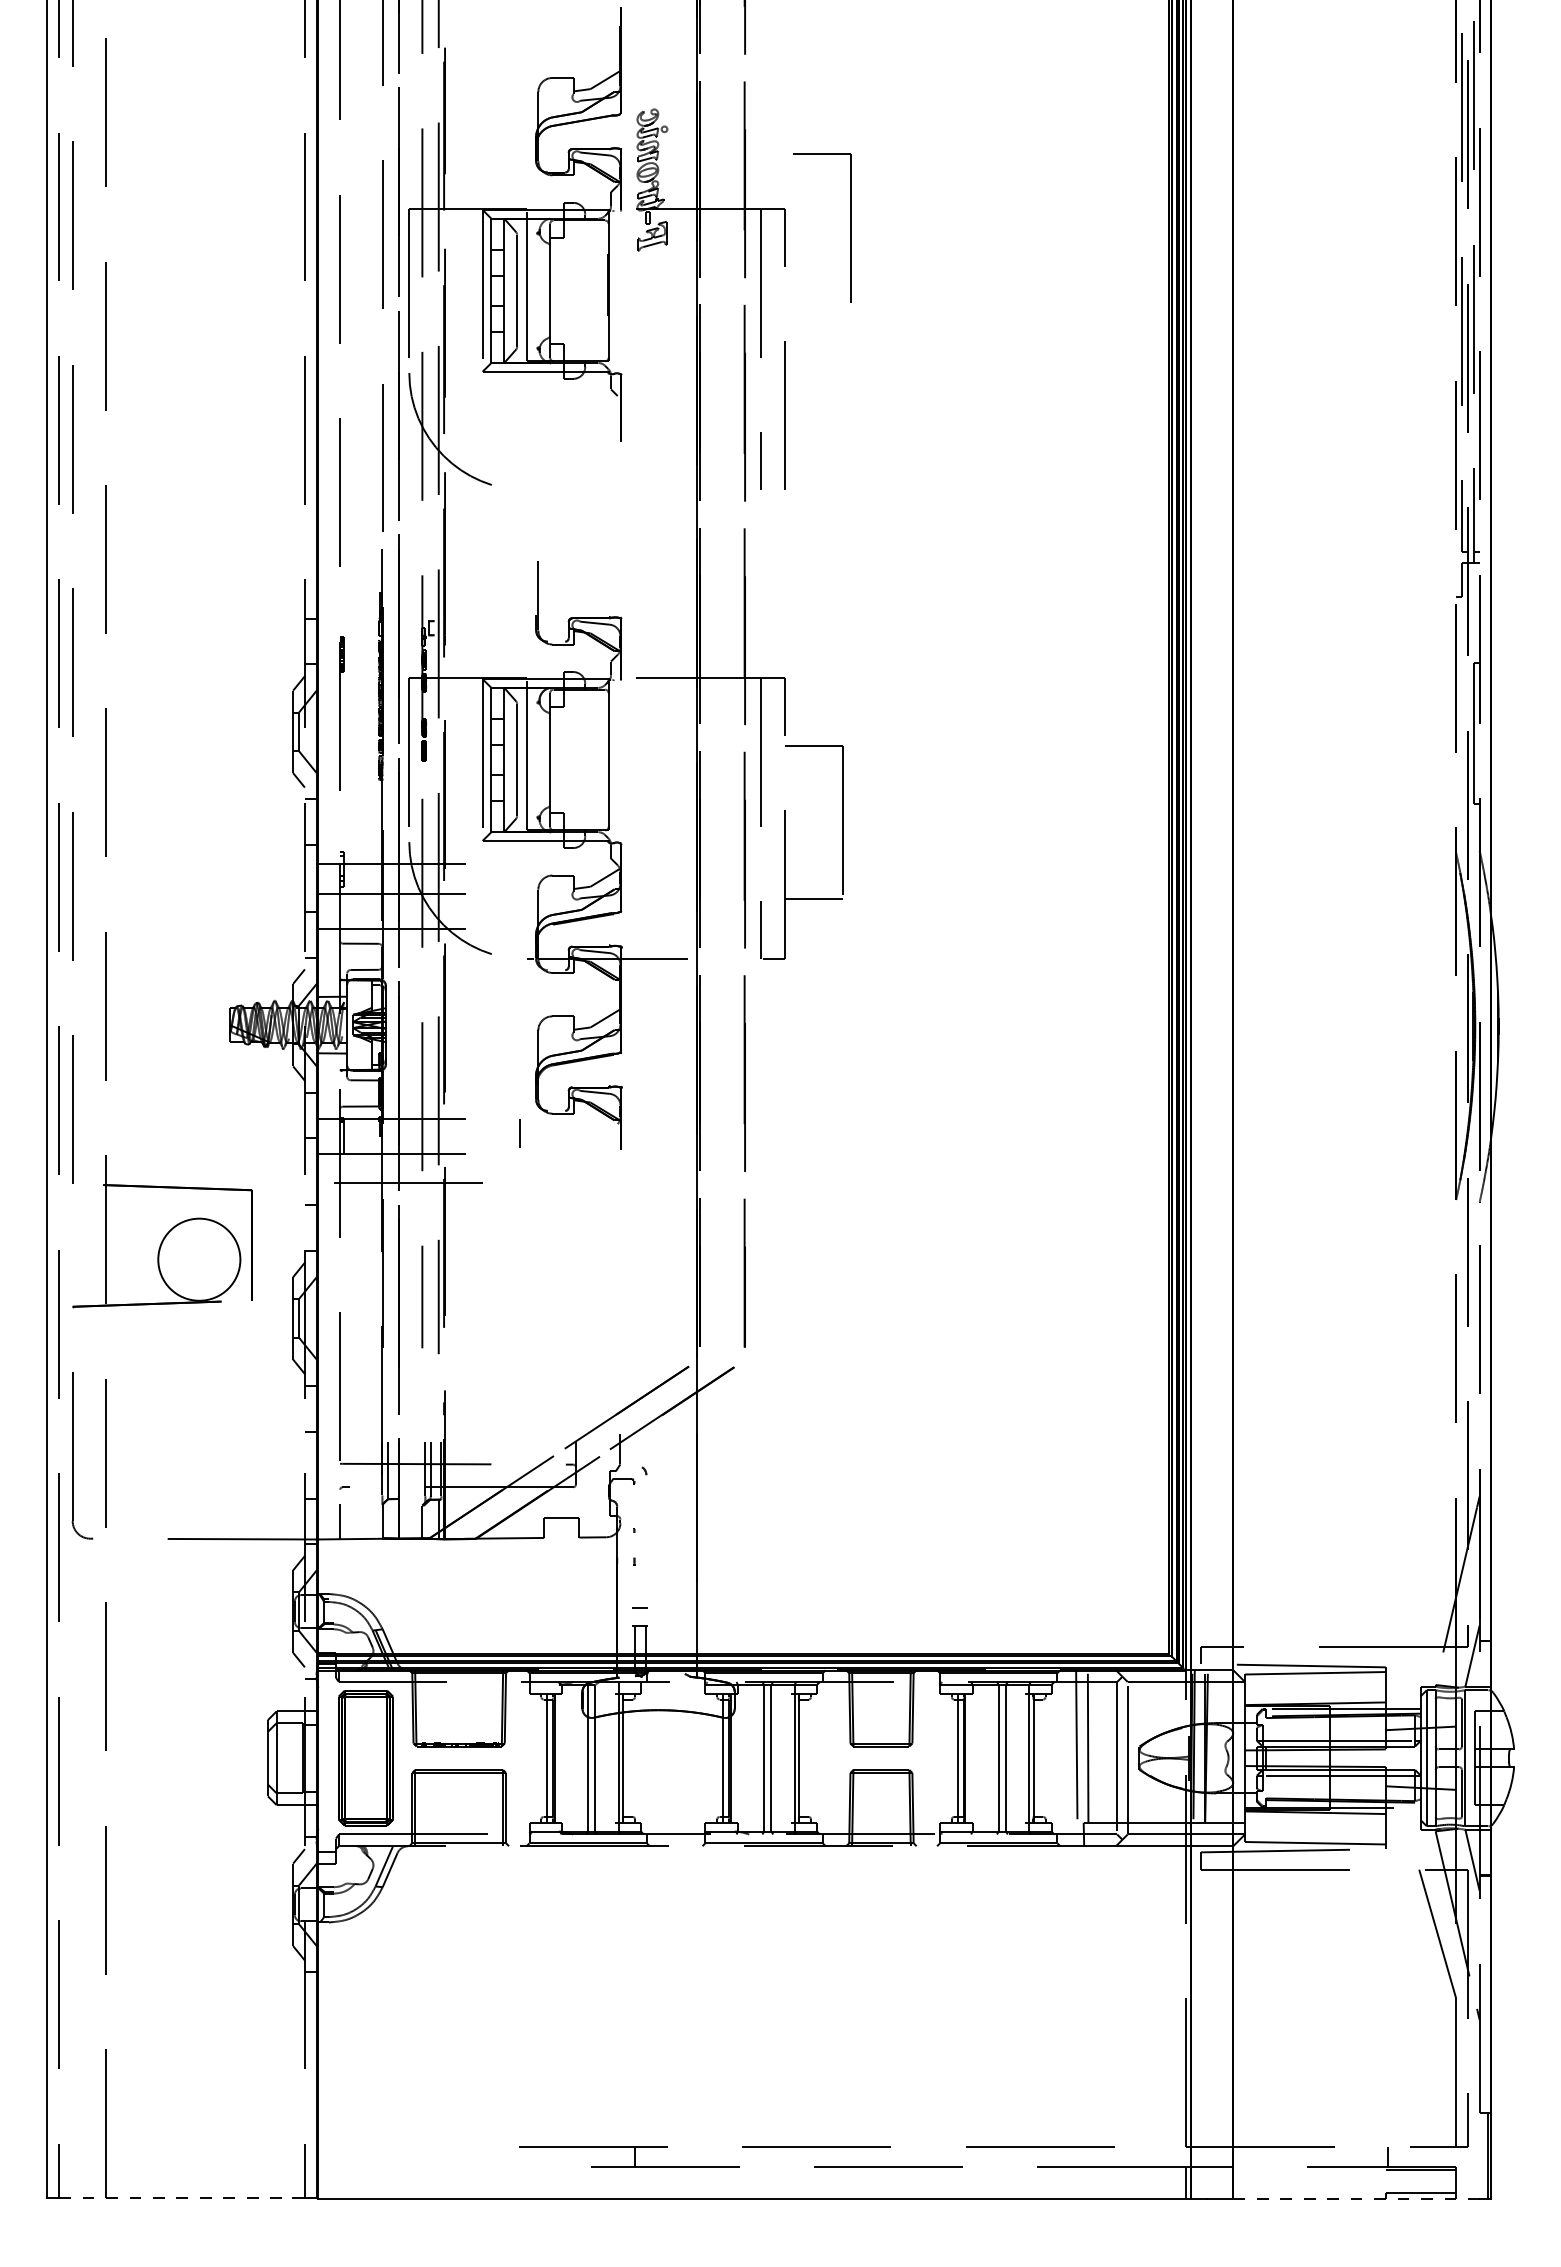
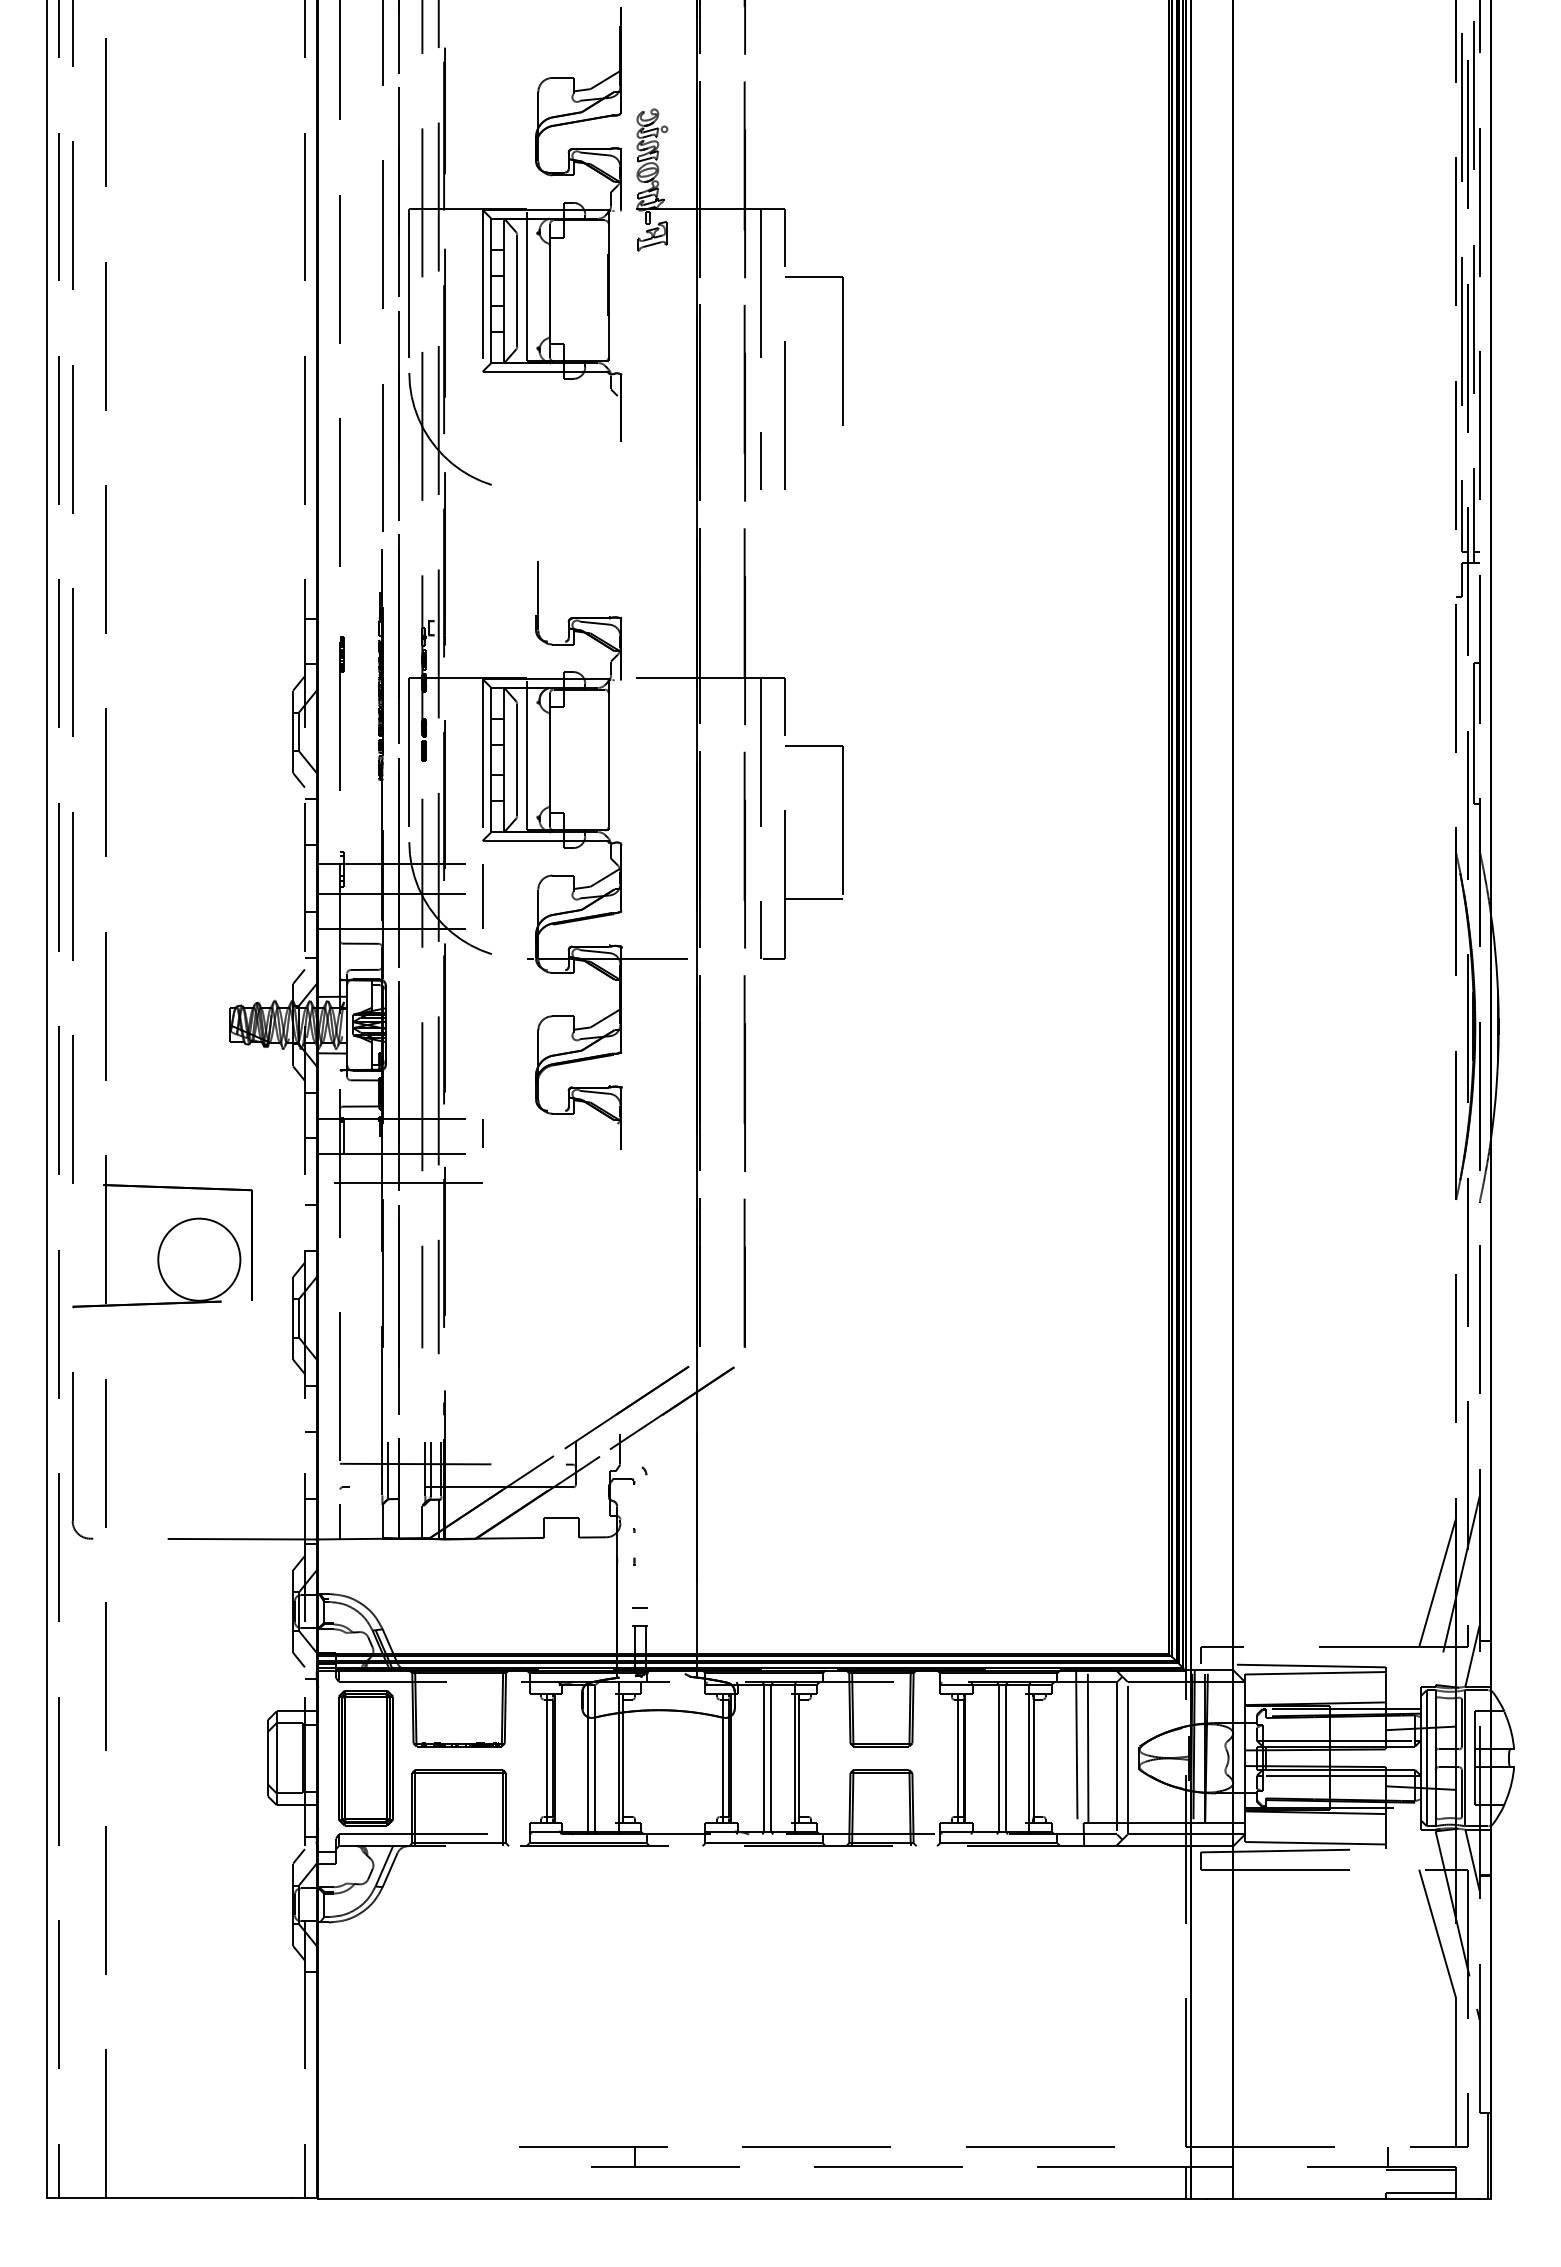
part at (850, 227) position: (850, 227) -> (842, 350)
line at (482, 896): none -> present
line at (519, 1133) position: (519, 1133) -> (482, 1133)
line at (1437, 1581): none -> present
line at (176, 2198): dashed -> solid
line at (1356, 2198): dashed -> solid
